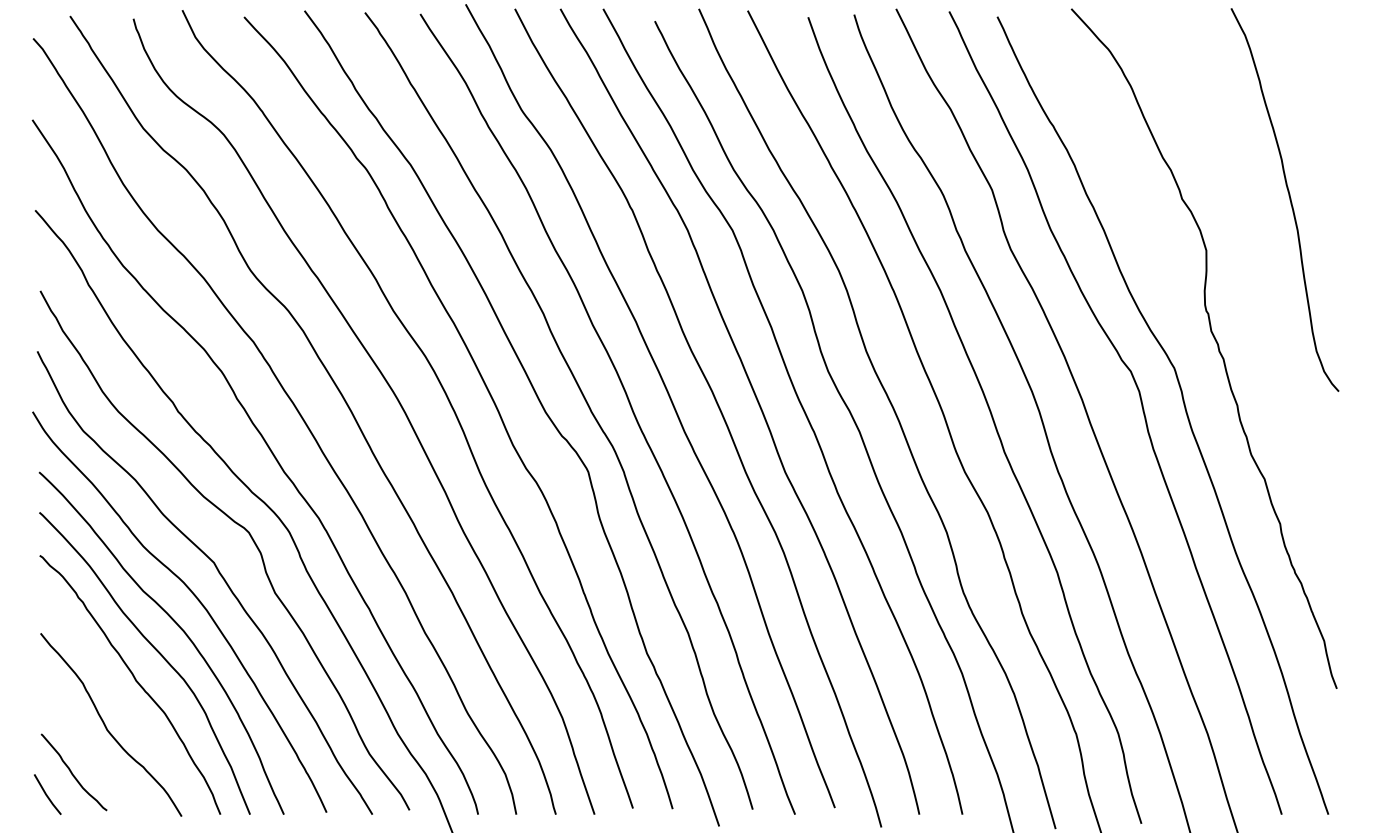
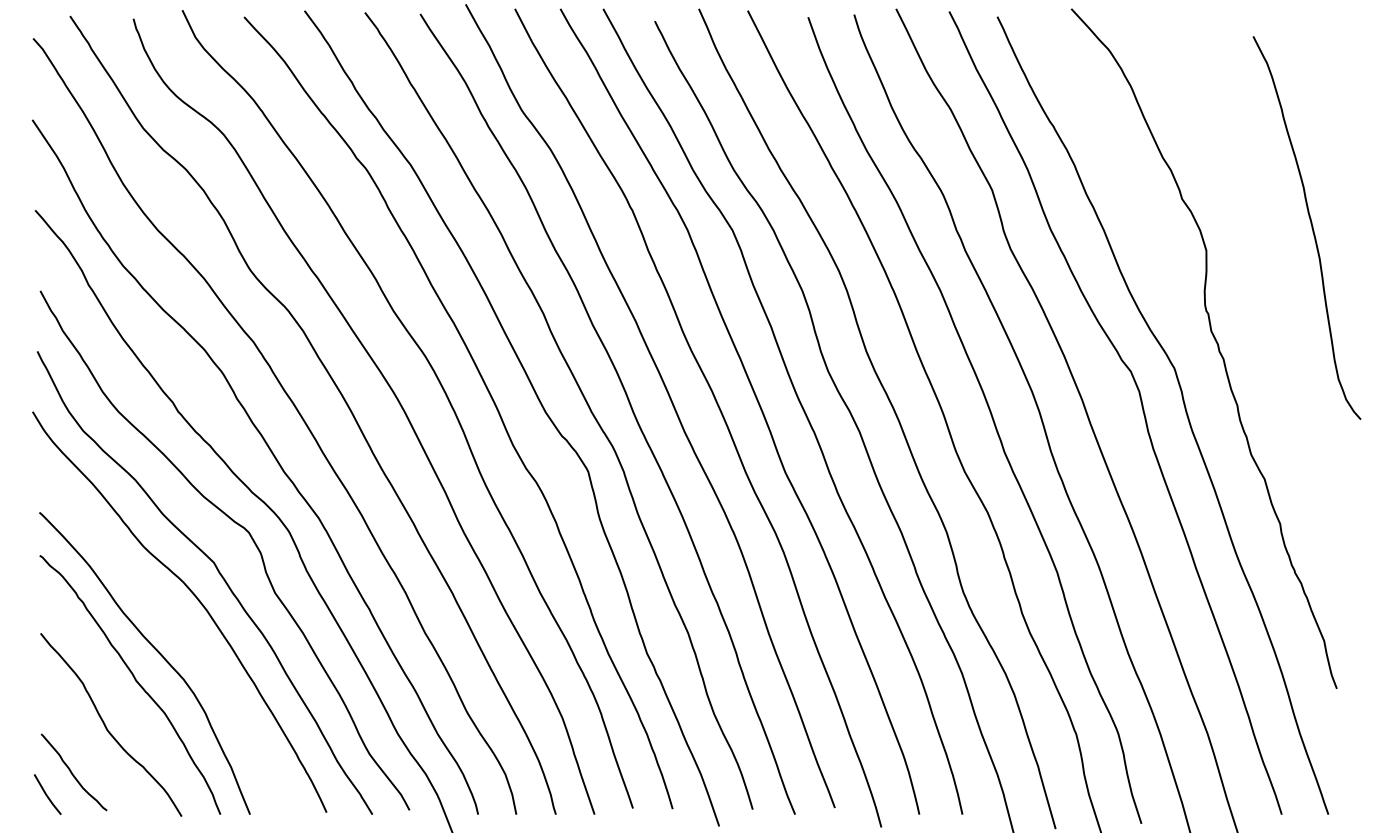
curve at (1288, 196) position: (1288, 196) -> (1310, 224)
curve at (179, 628): present -> none
